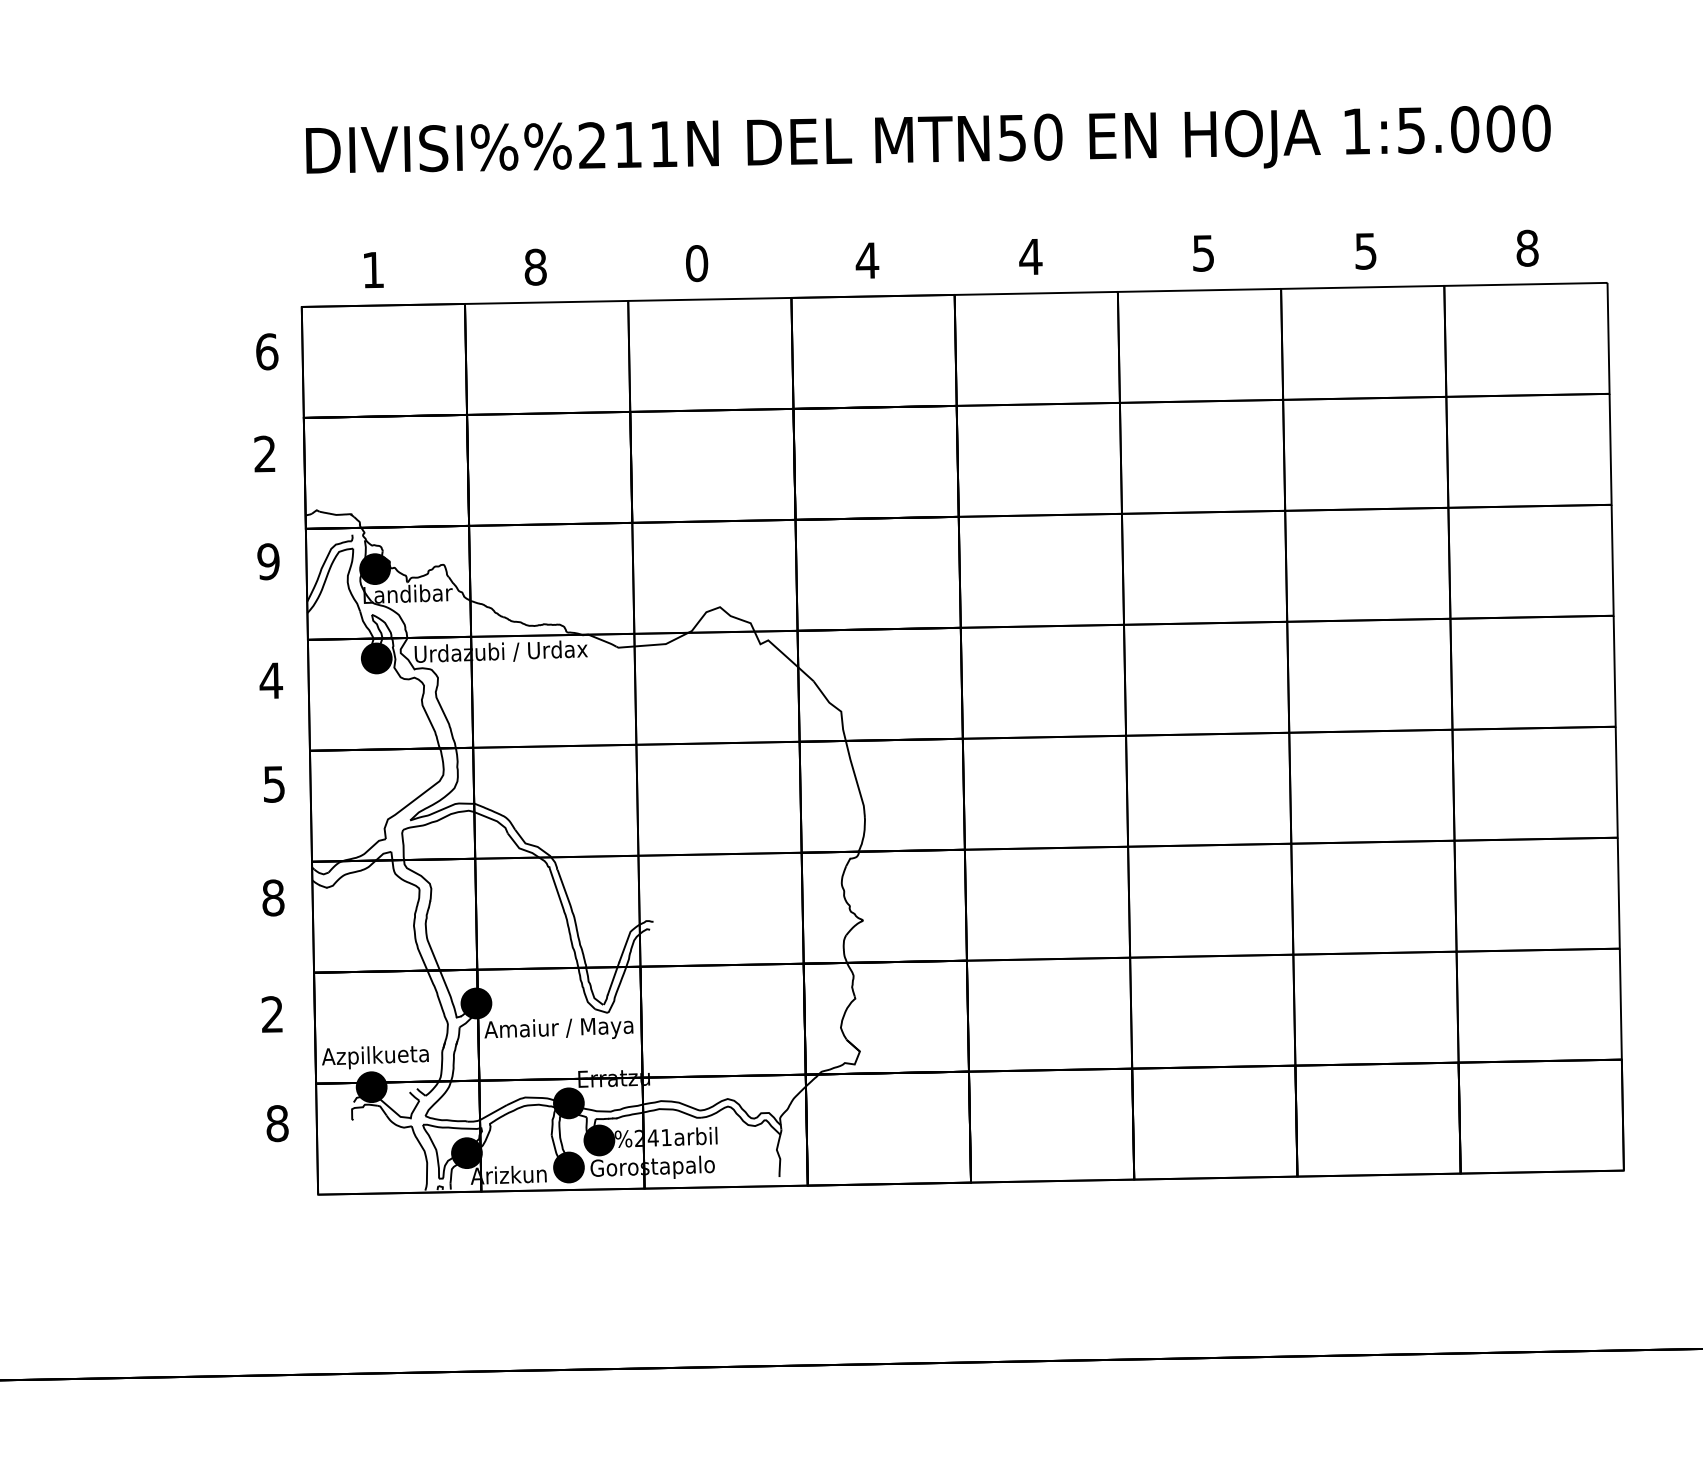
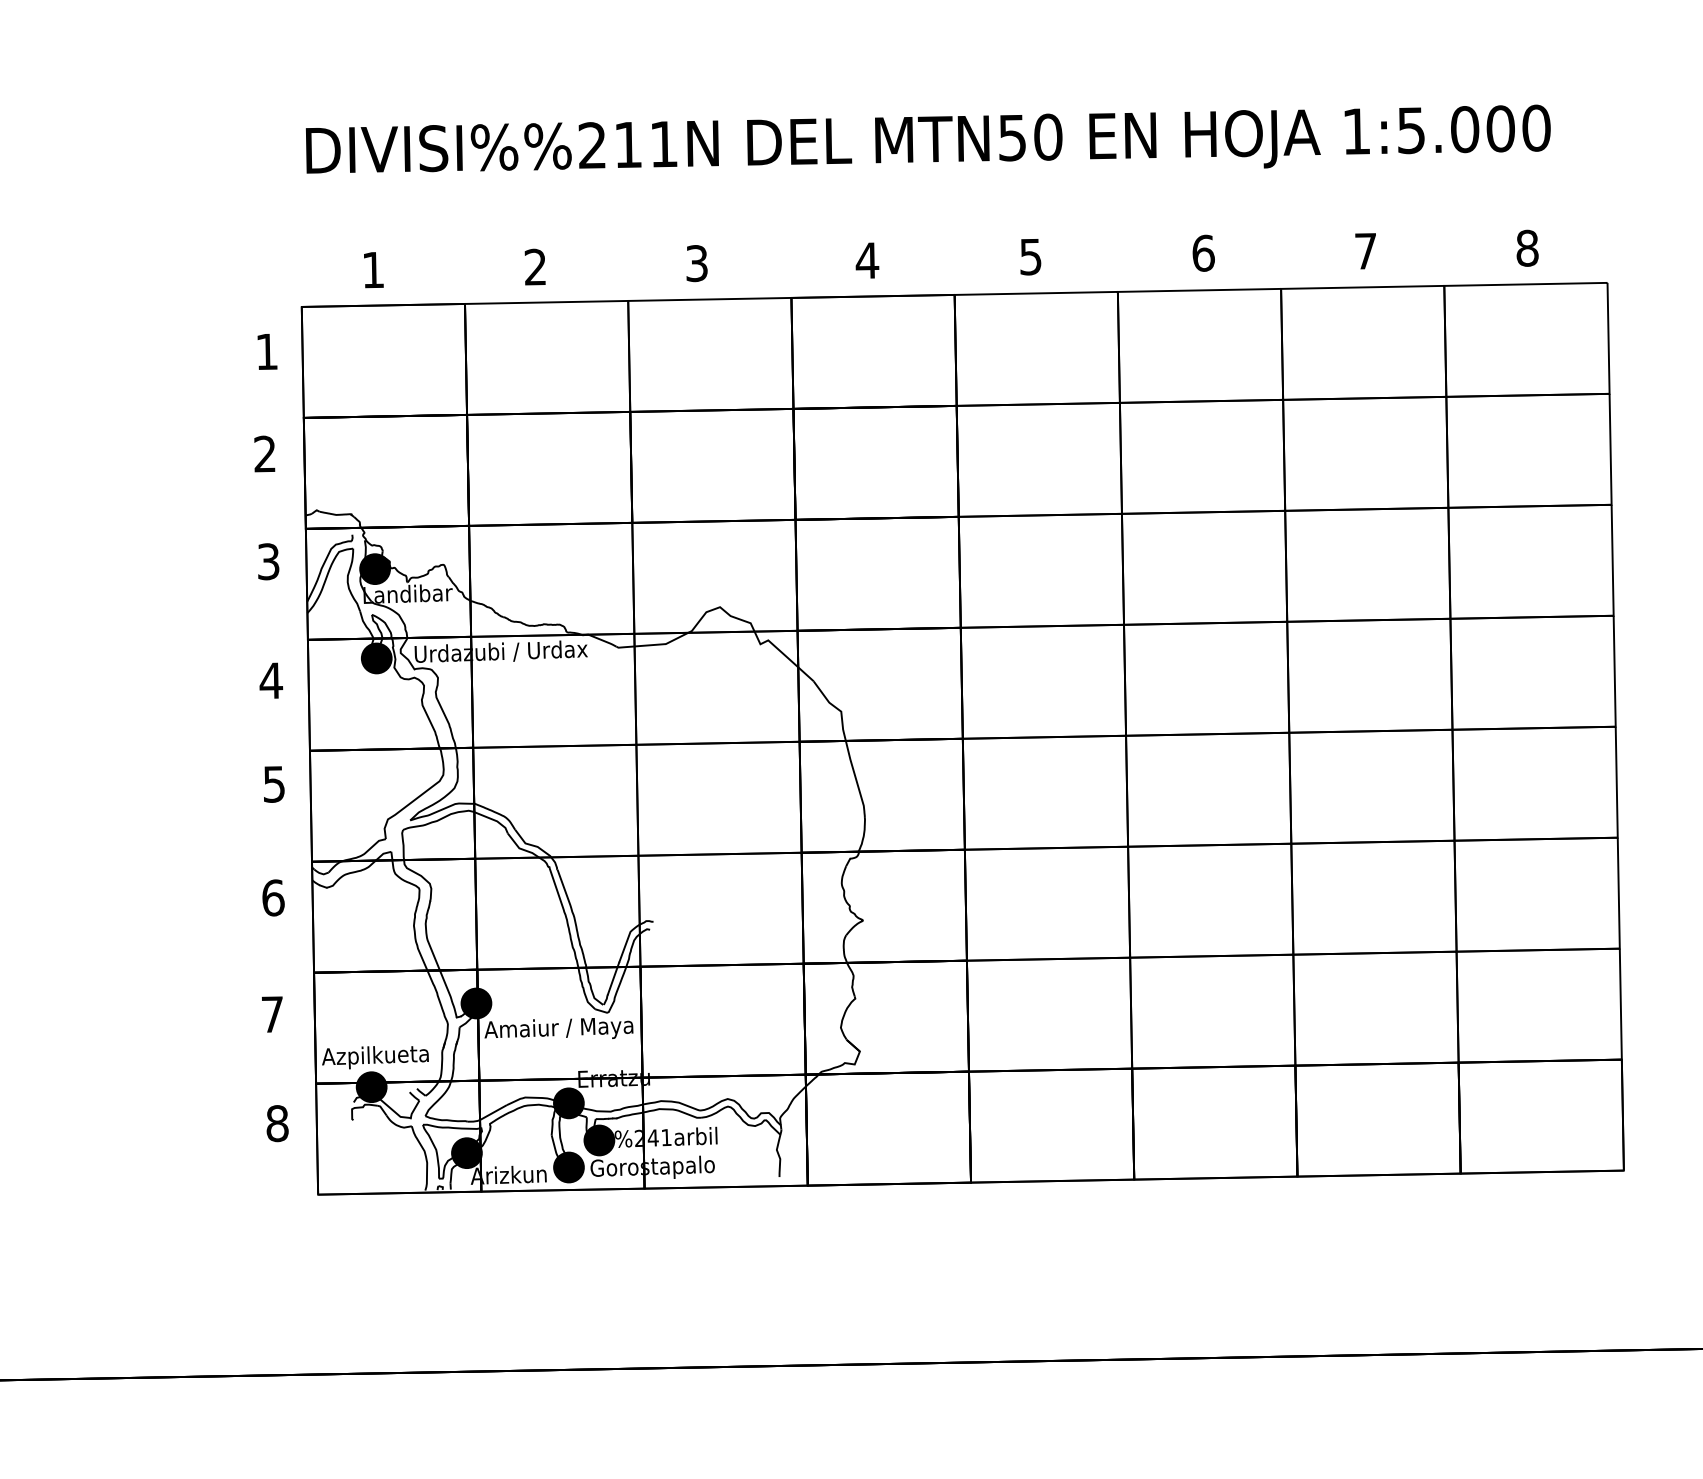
text at (1365, 251): 5 -> 7
text at (1203, 252): 5 -> 6
text at (1030, 257): 4 -> 5
text at (697, 263): 0 -> 3
text at (535, 266): 8 -> 2
text at (267, 351): 6 -> 1
text at (268, 561): 9 -> 3
text at (273, 897): 8 -> 6
text at (271, 1014): 2 -> 7
